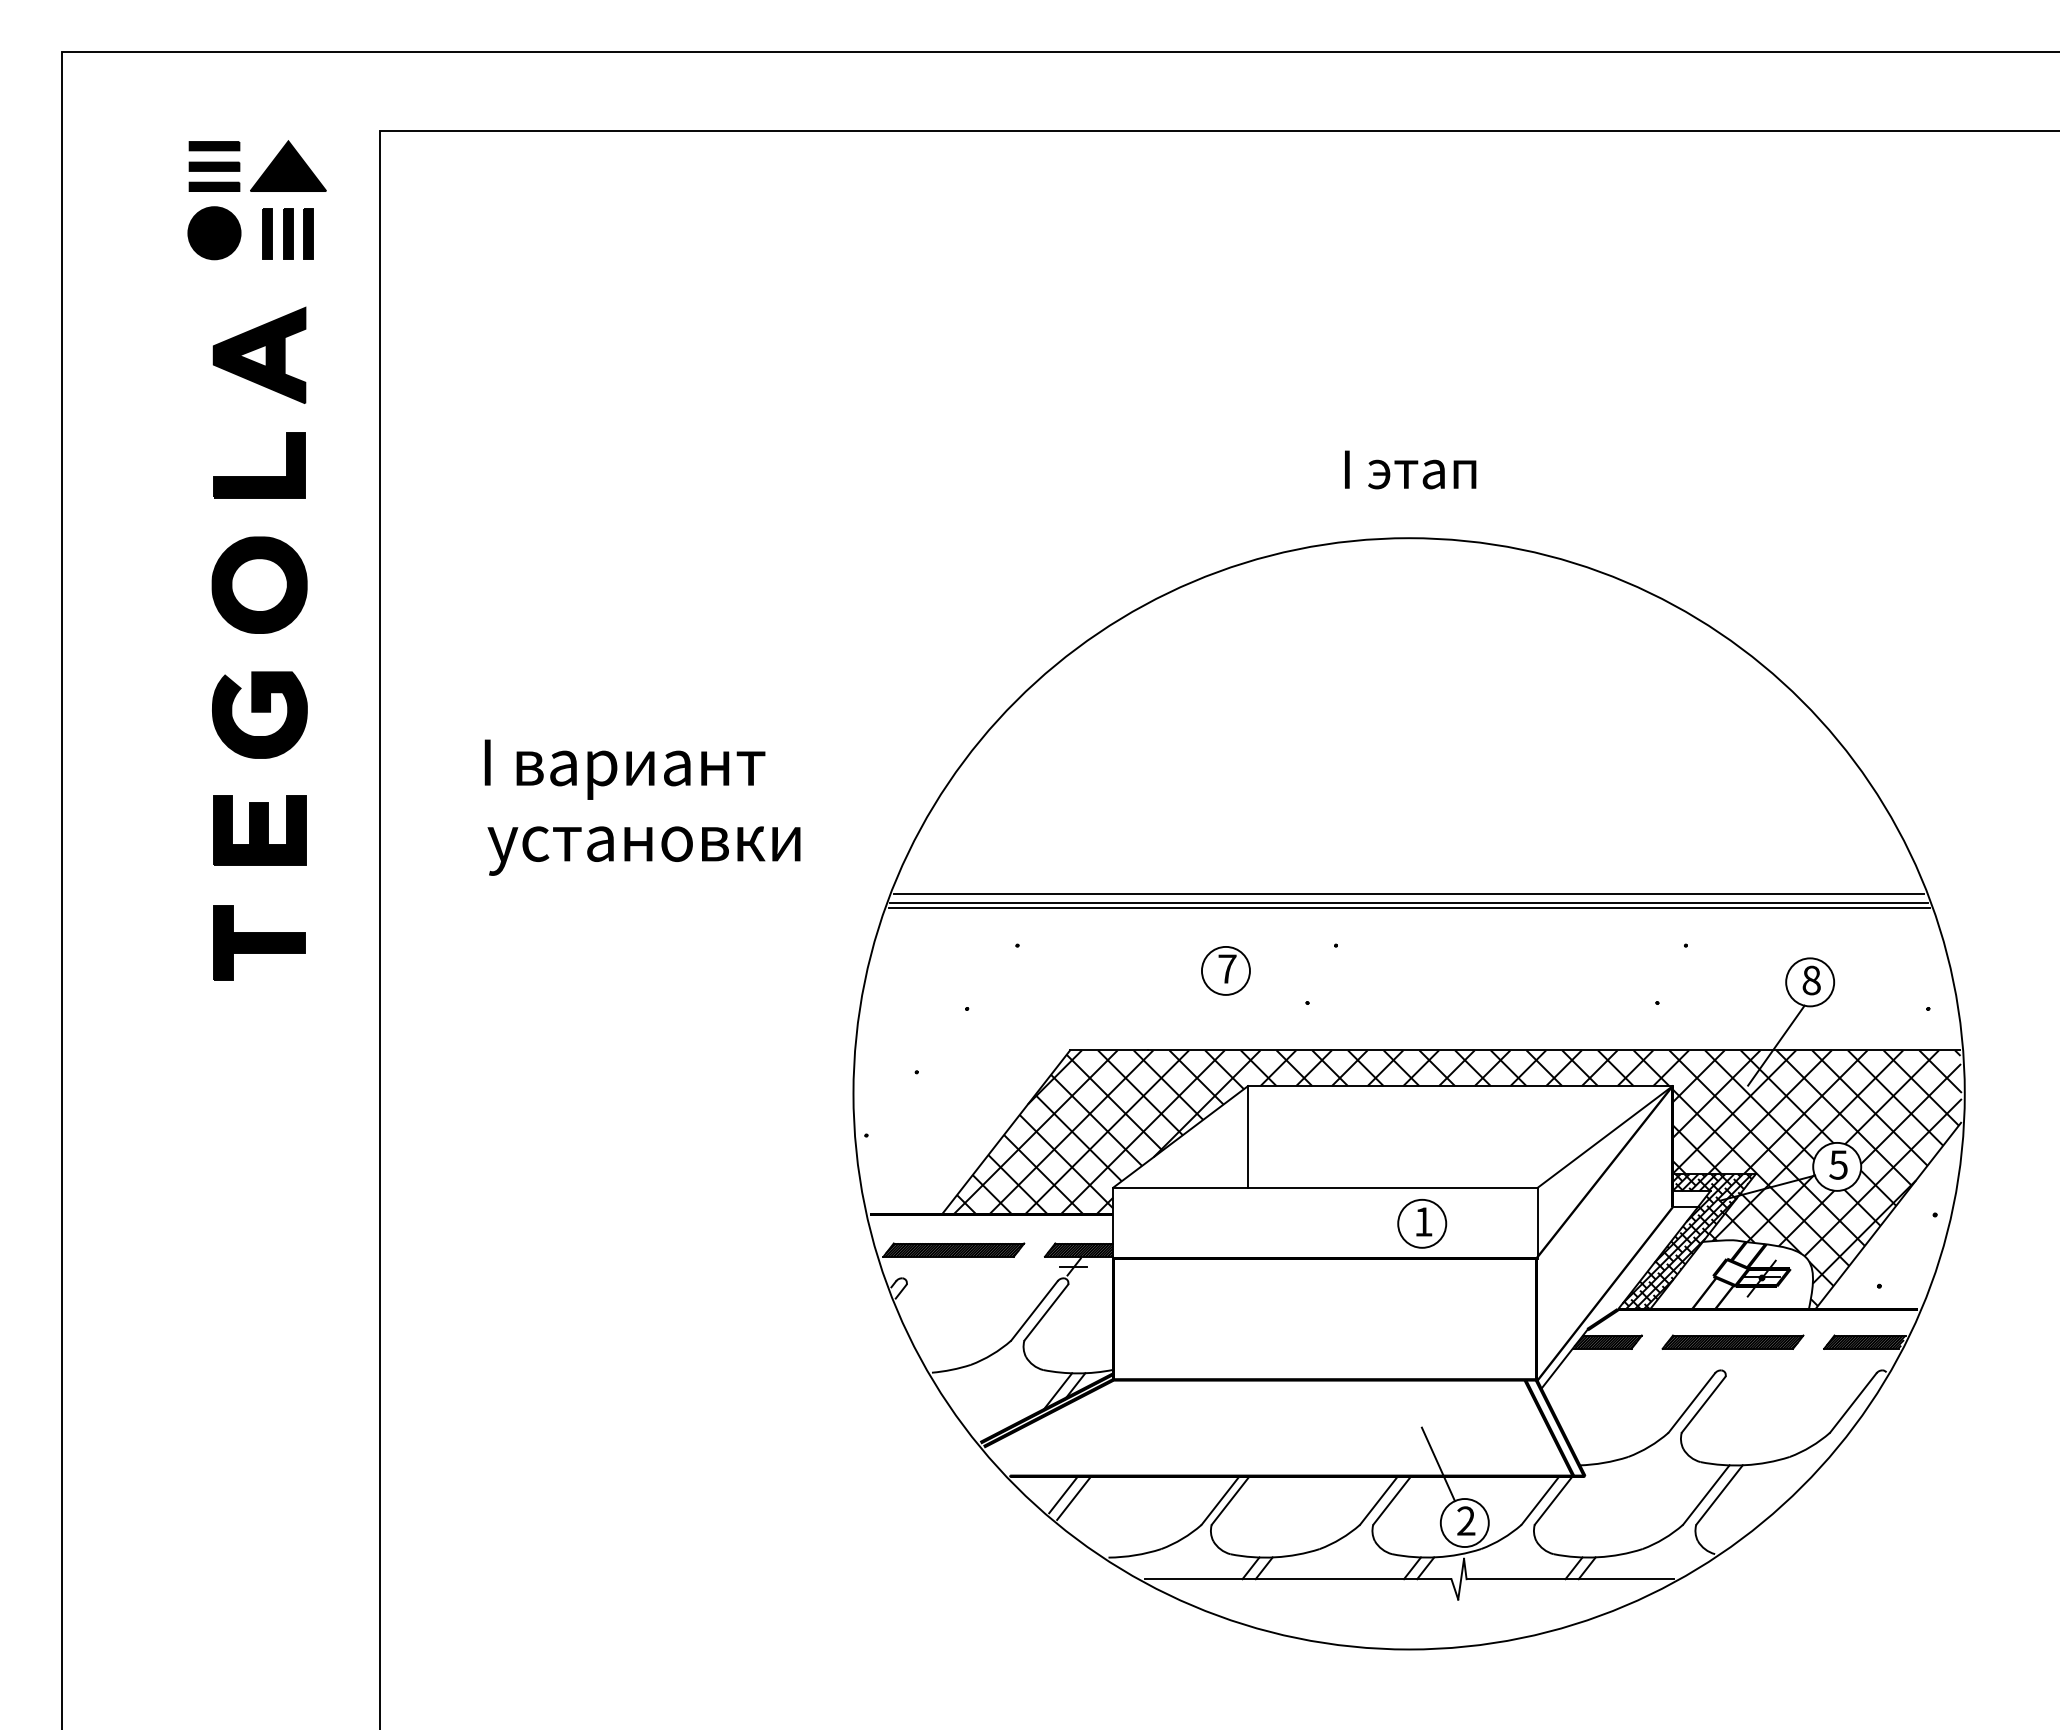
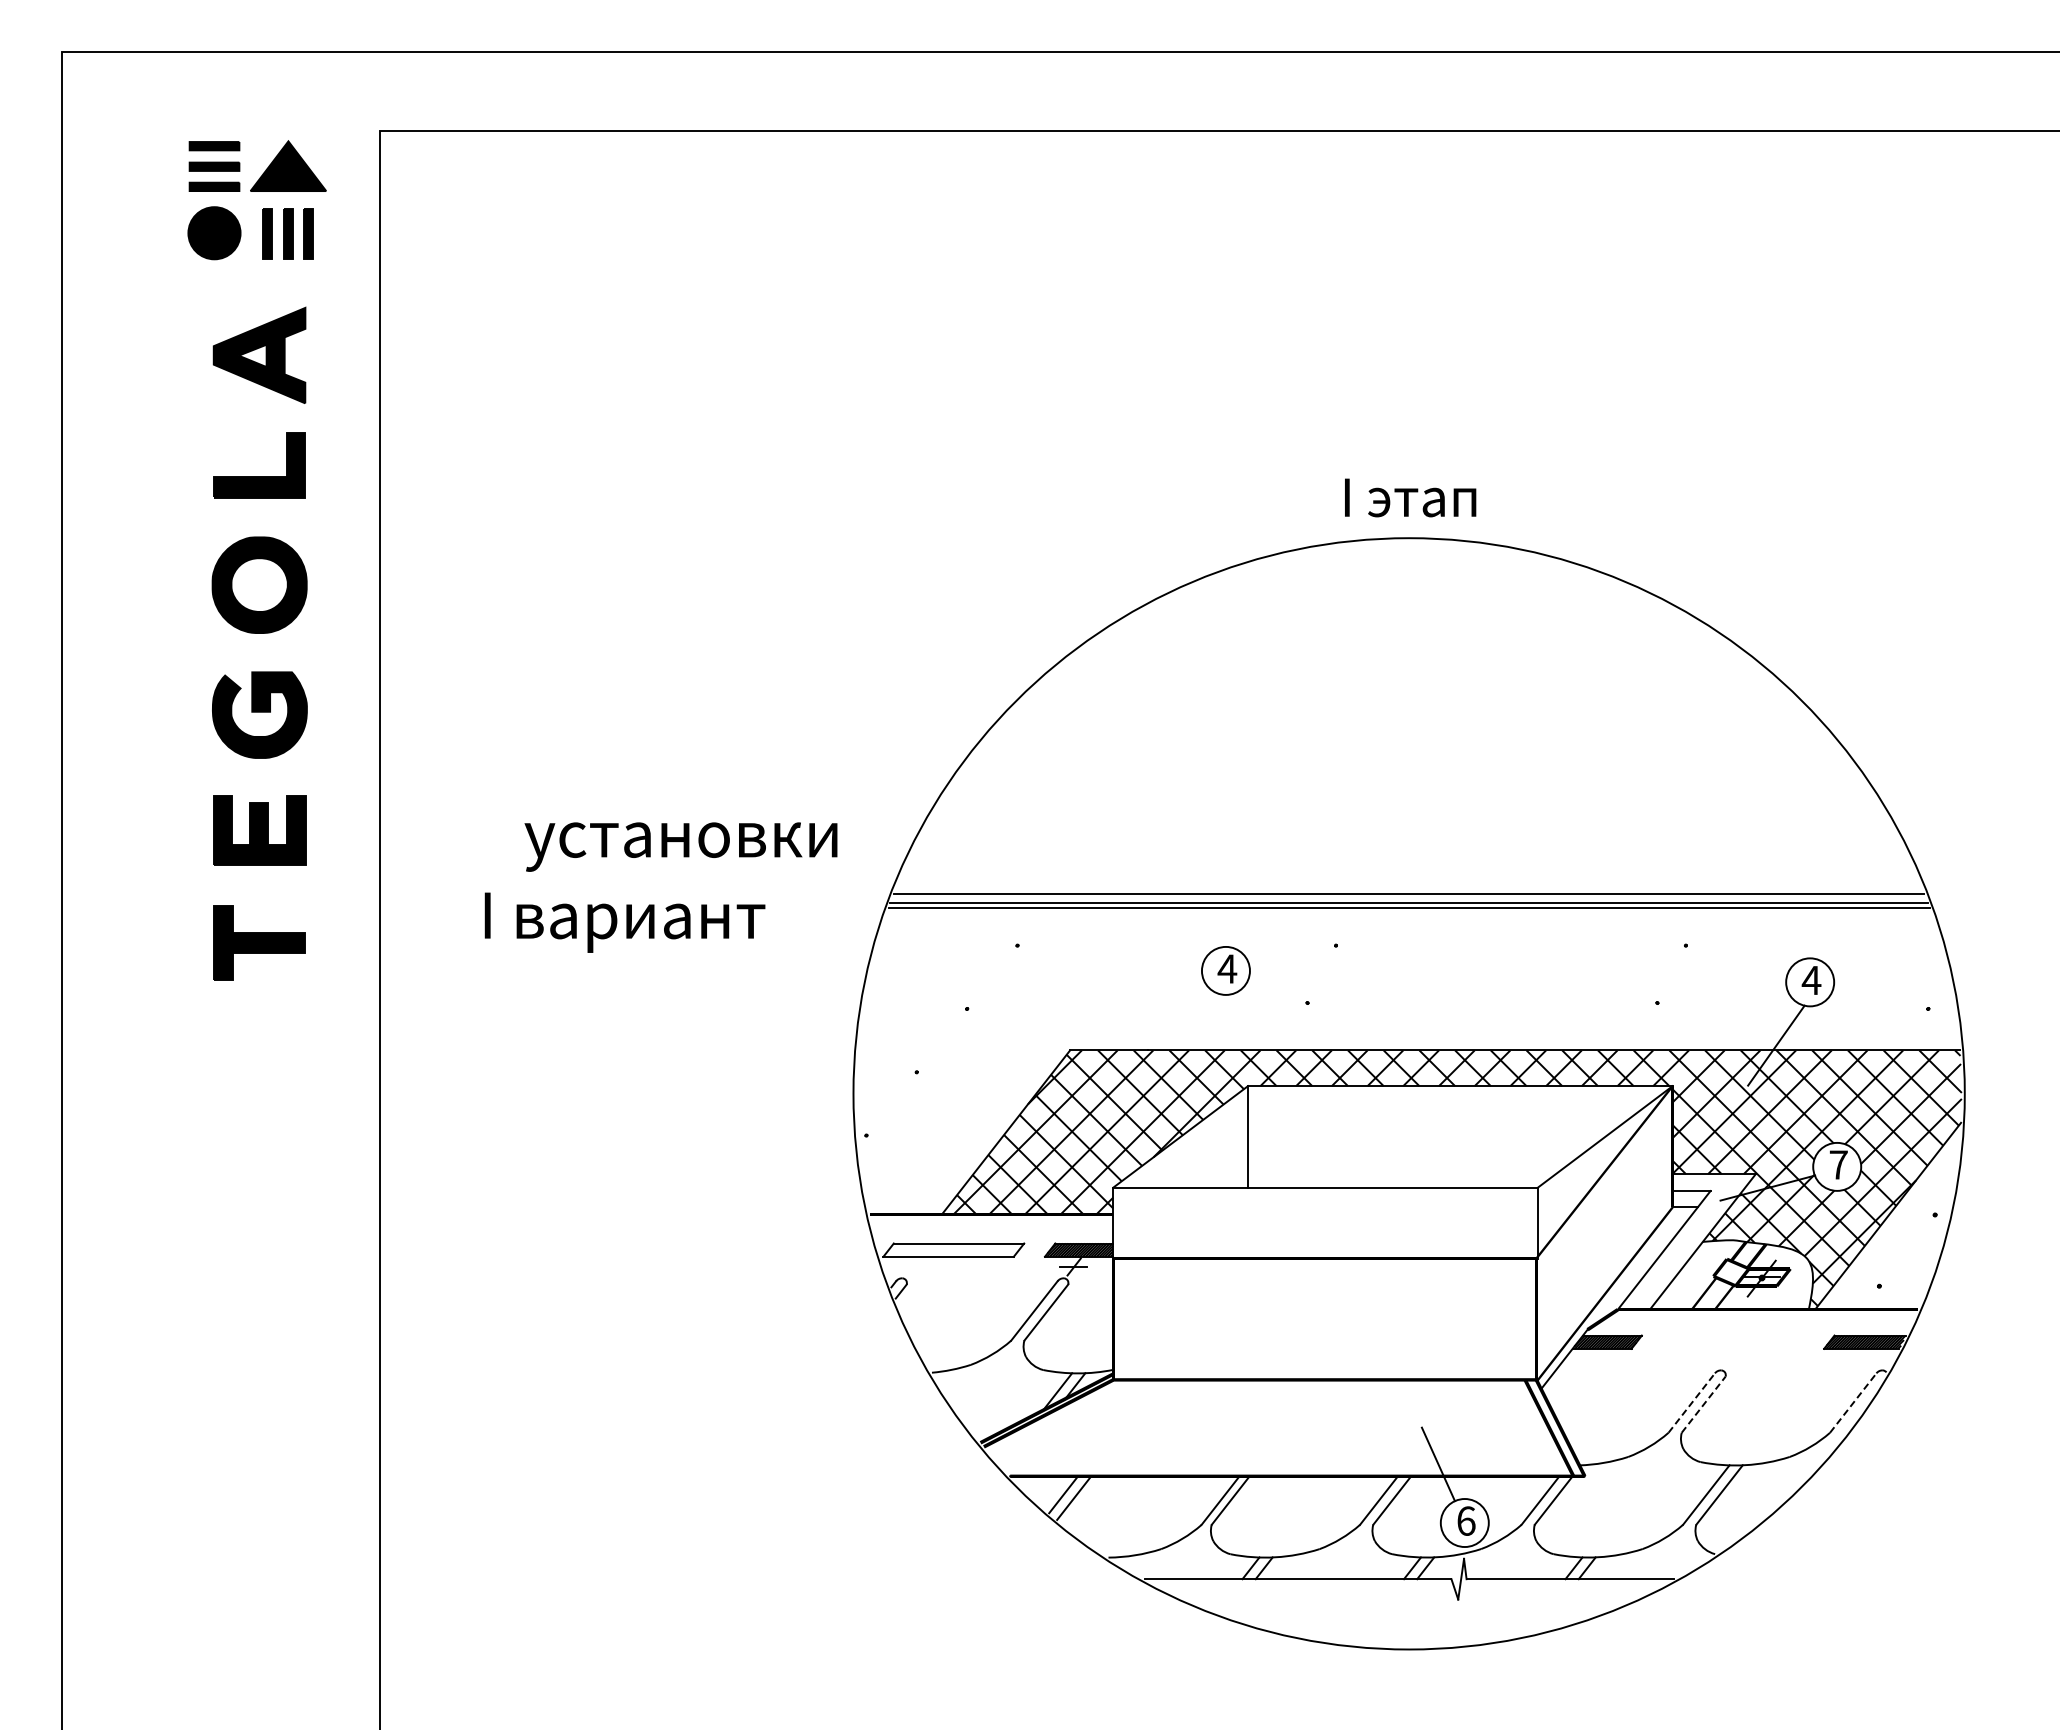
text at (1410, 469) position: (1410, 469) -> (1410, 497)
text at (624, 769) position: (624, 769) -> (624, 922)
text at (643, 850) position: (643, 850) -> (680, 846)
text at (1227, 968): 7 -> 4
text at (1811, 980): 8 -> 4
text at (1838, 1164): 5 -> 7
part at (1422, 1223): present -> none
hatch at (1687, 1241): present -> none
hatch at (953, 1249): present -> none
part at (1732, 1341): present -> none
line at (1691, 1403): solid -> dashed
line at (1853, 1403): solid -> dashed
line at (1703, 1404): solid -> dashed
text at (1466, 1520): 2 -> 6
